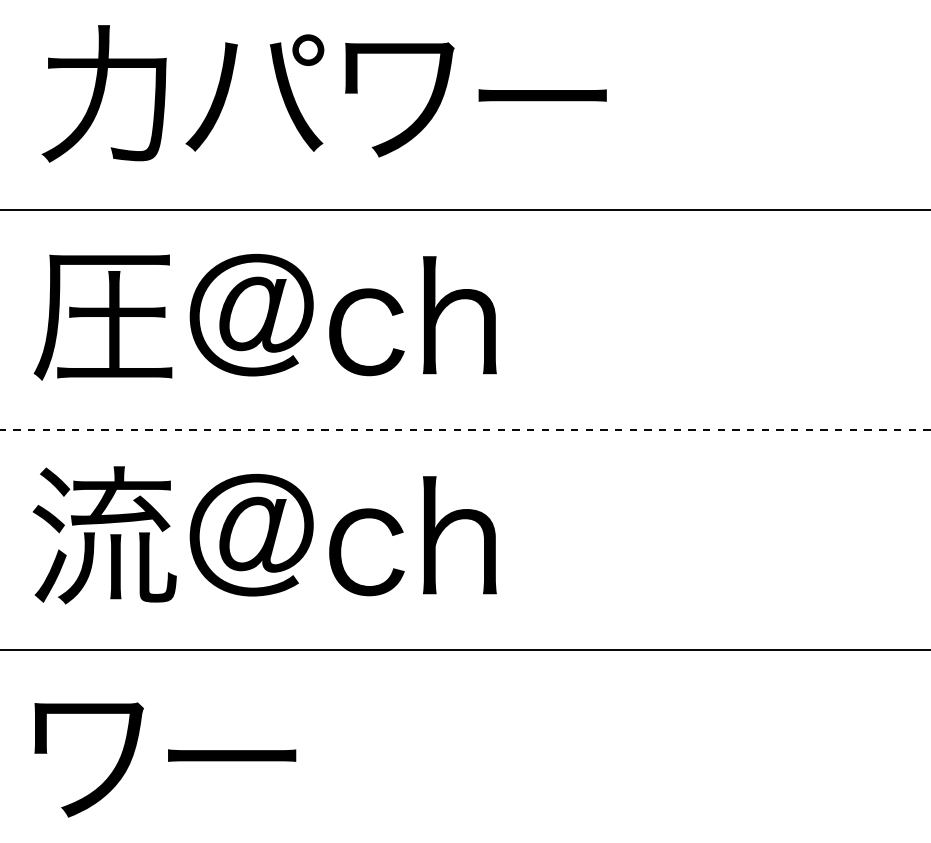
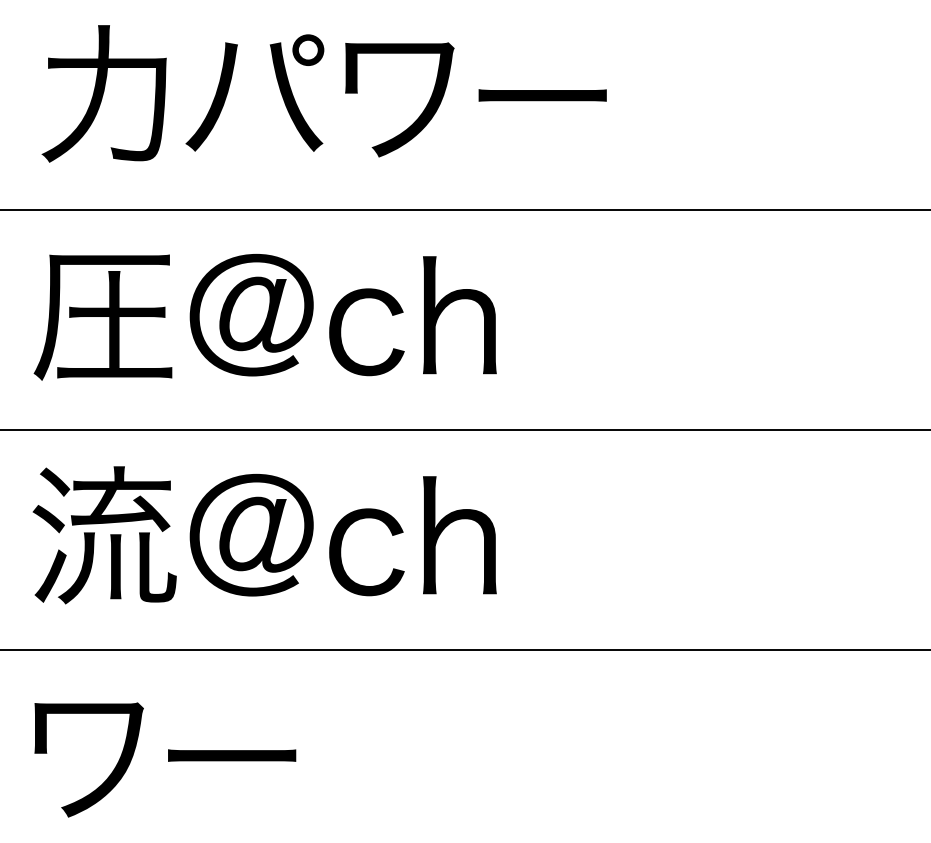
line at (466, 430): dashed -> solid
